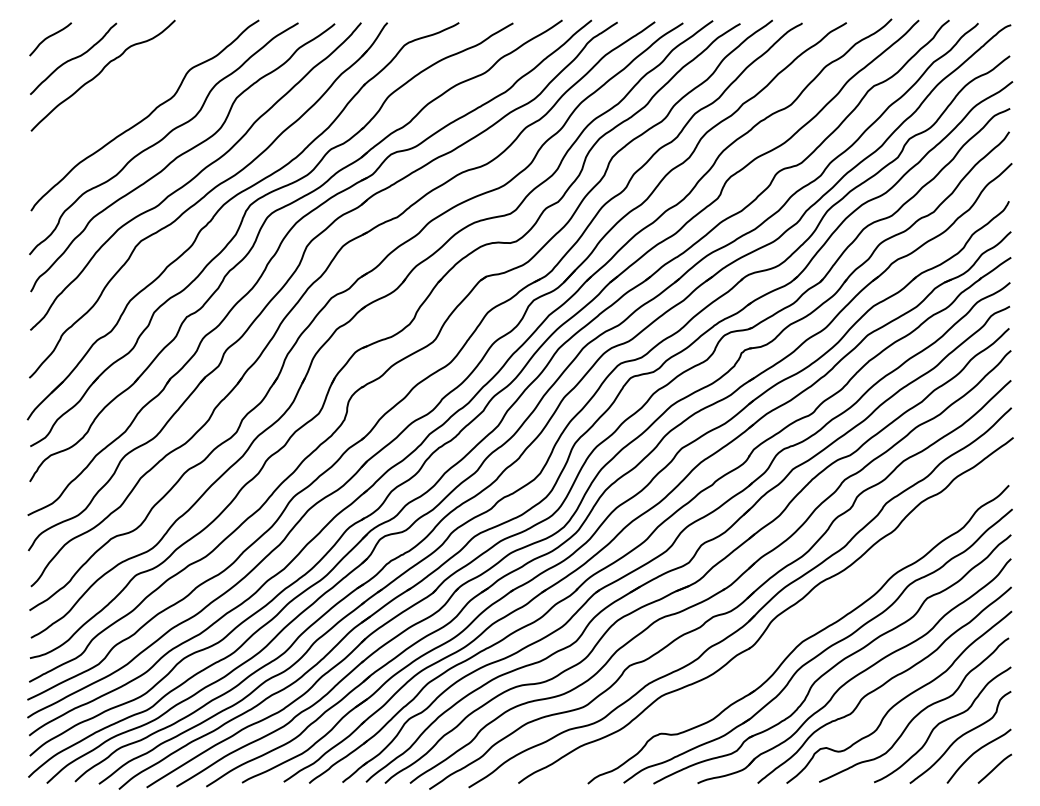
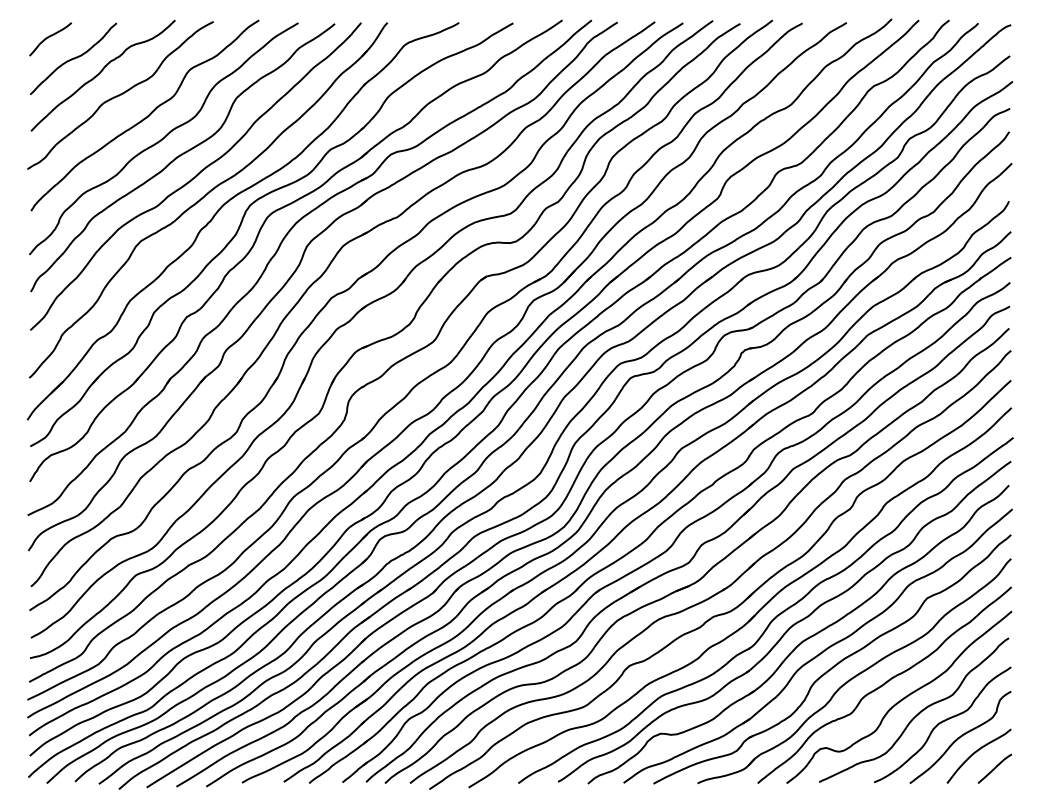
curve at (120, 95): none -> present
part at (790, 626): none -> present
